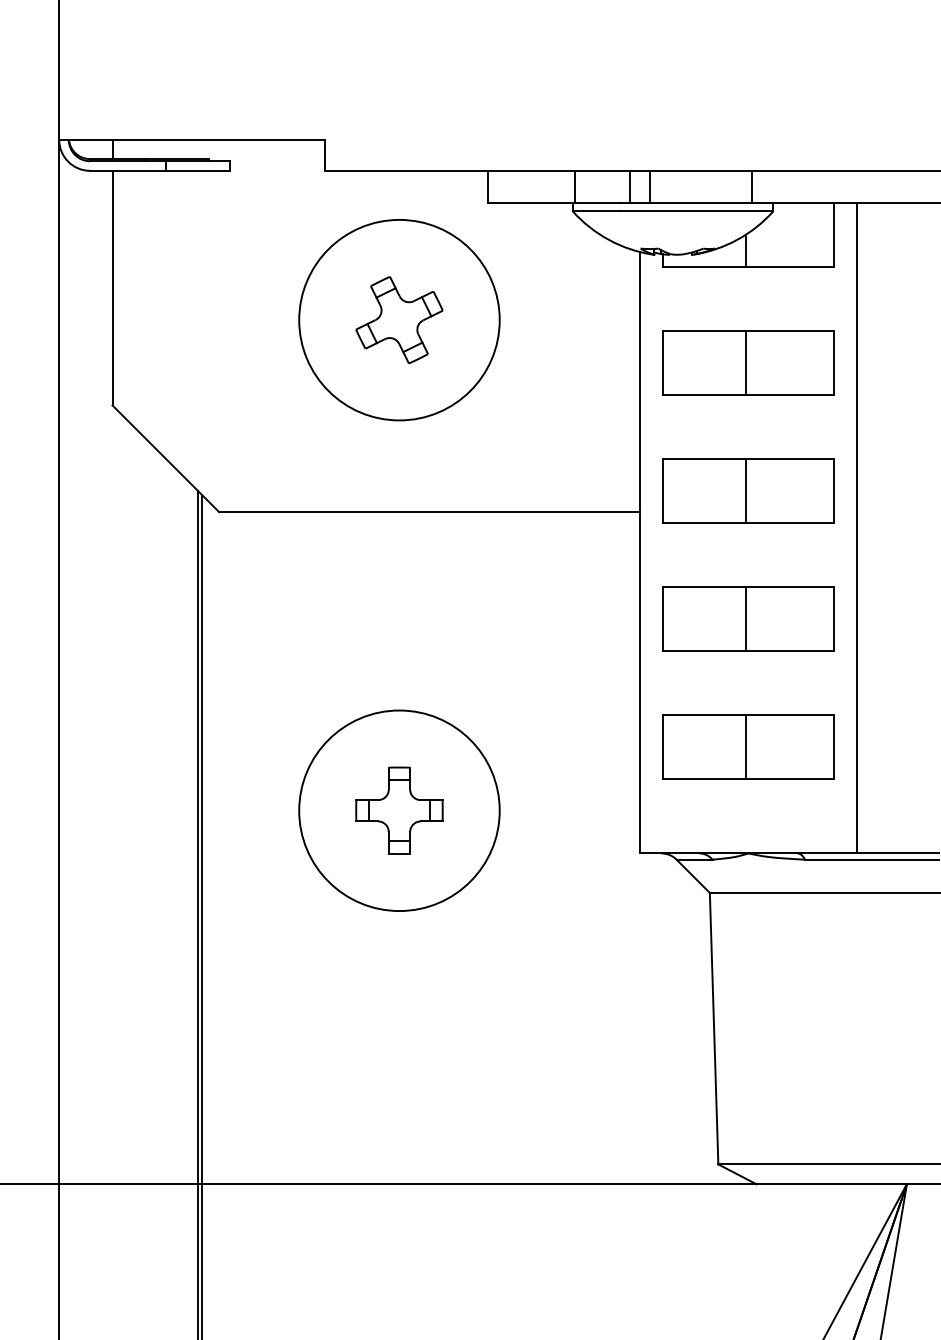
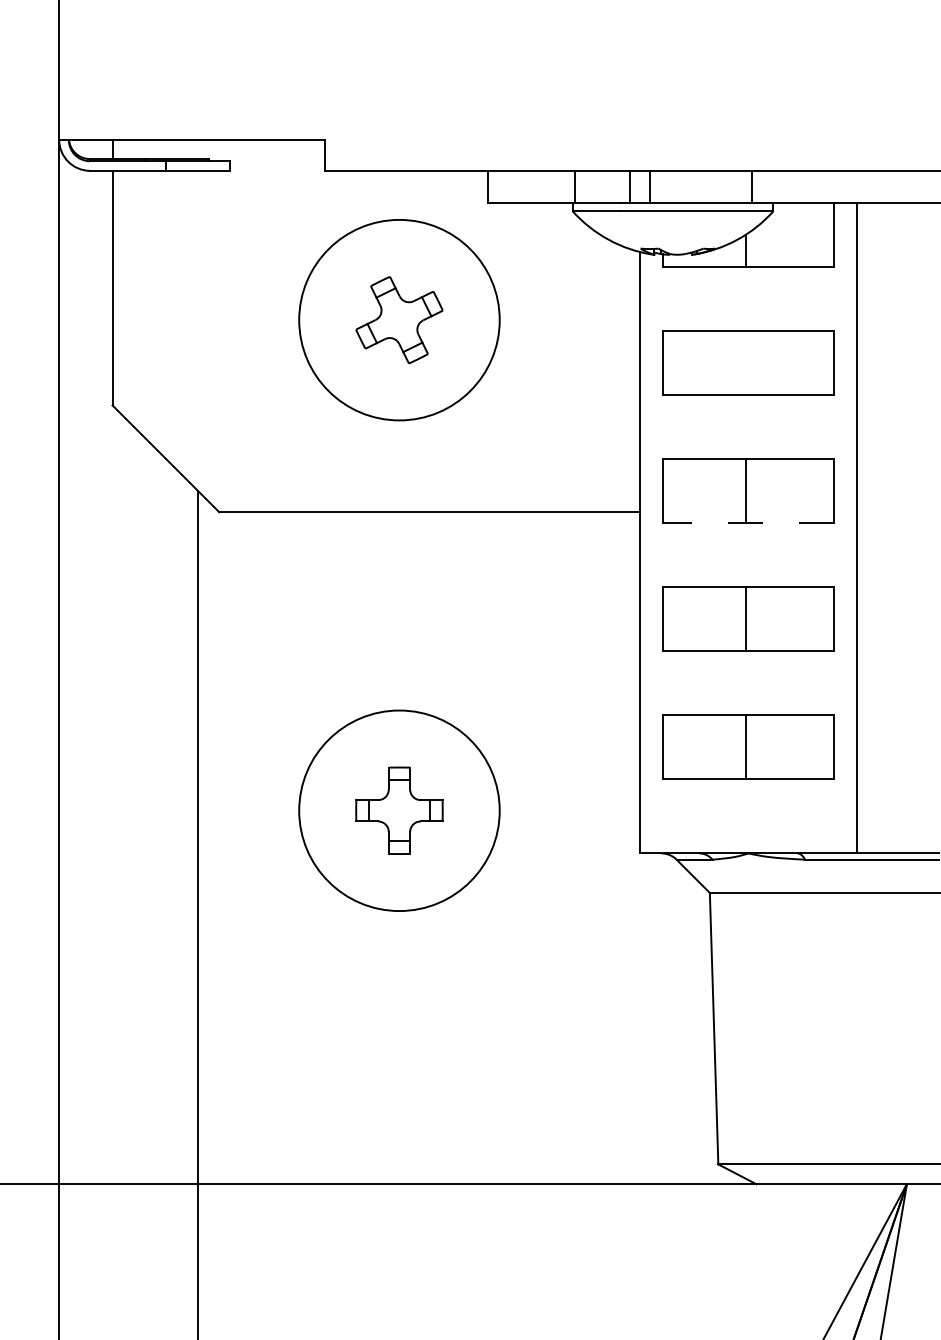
line at (745, 362): present -> none
line at (748, 522): solid -> dashed
line at (202, 915): present -> none
